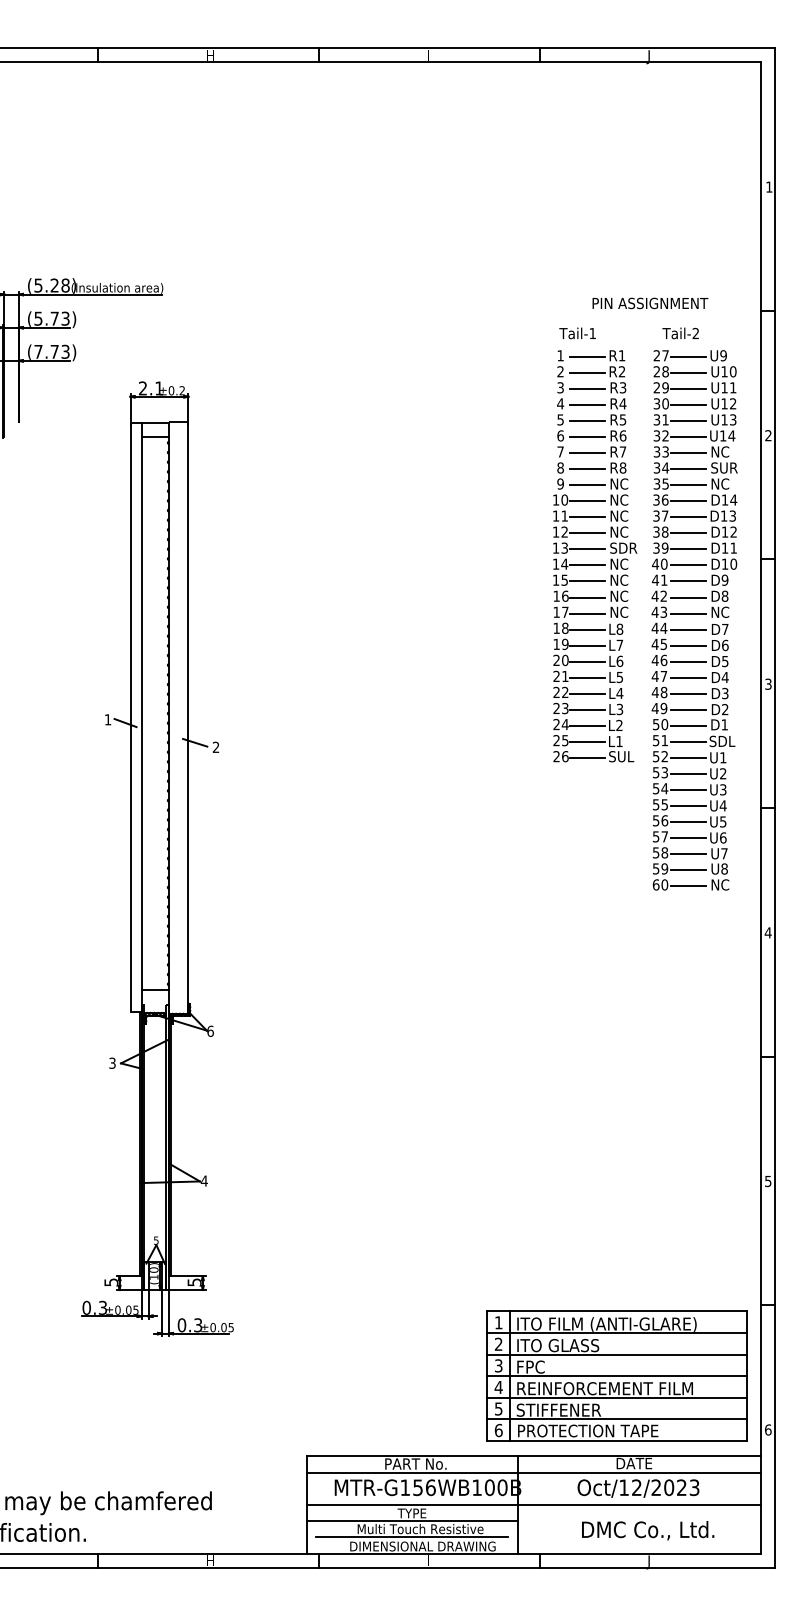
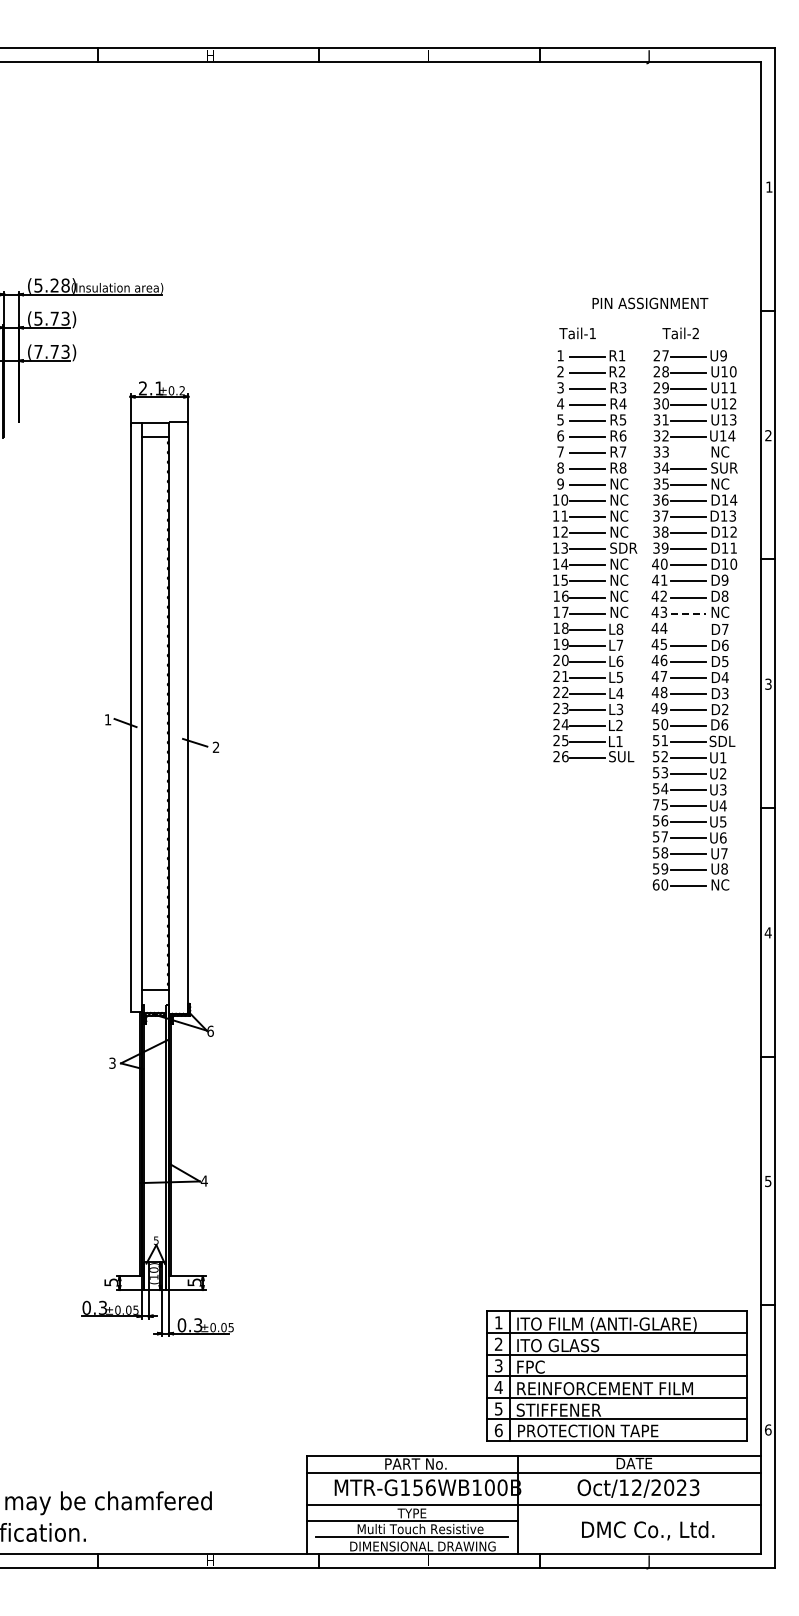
line at (687, 453): present -> none
line at (688, 613): solid -> dashed
line at (687, 629): present -> none
text at (724, 724): D1 -> D6
text at (656, 804): 55 -> 75
